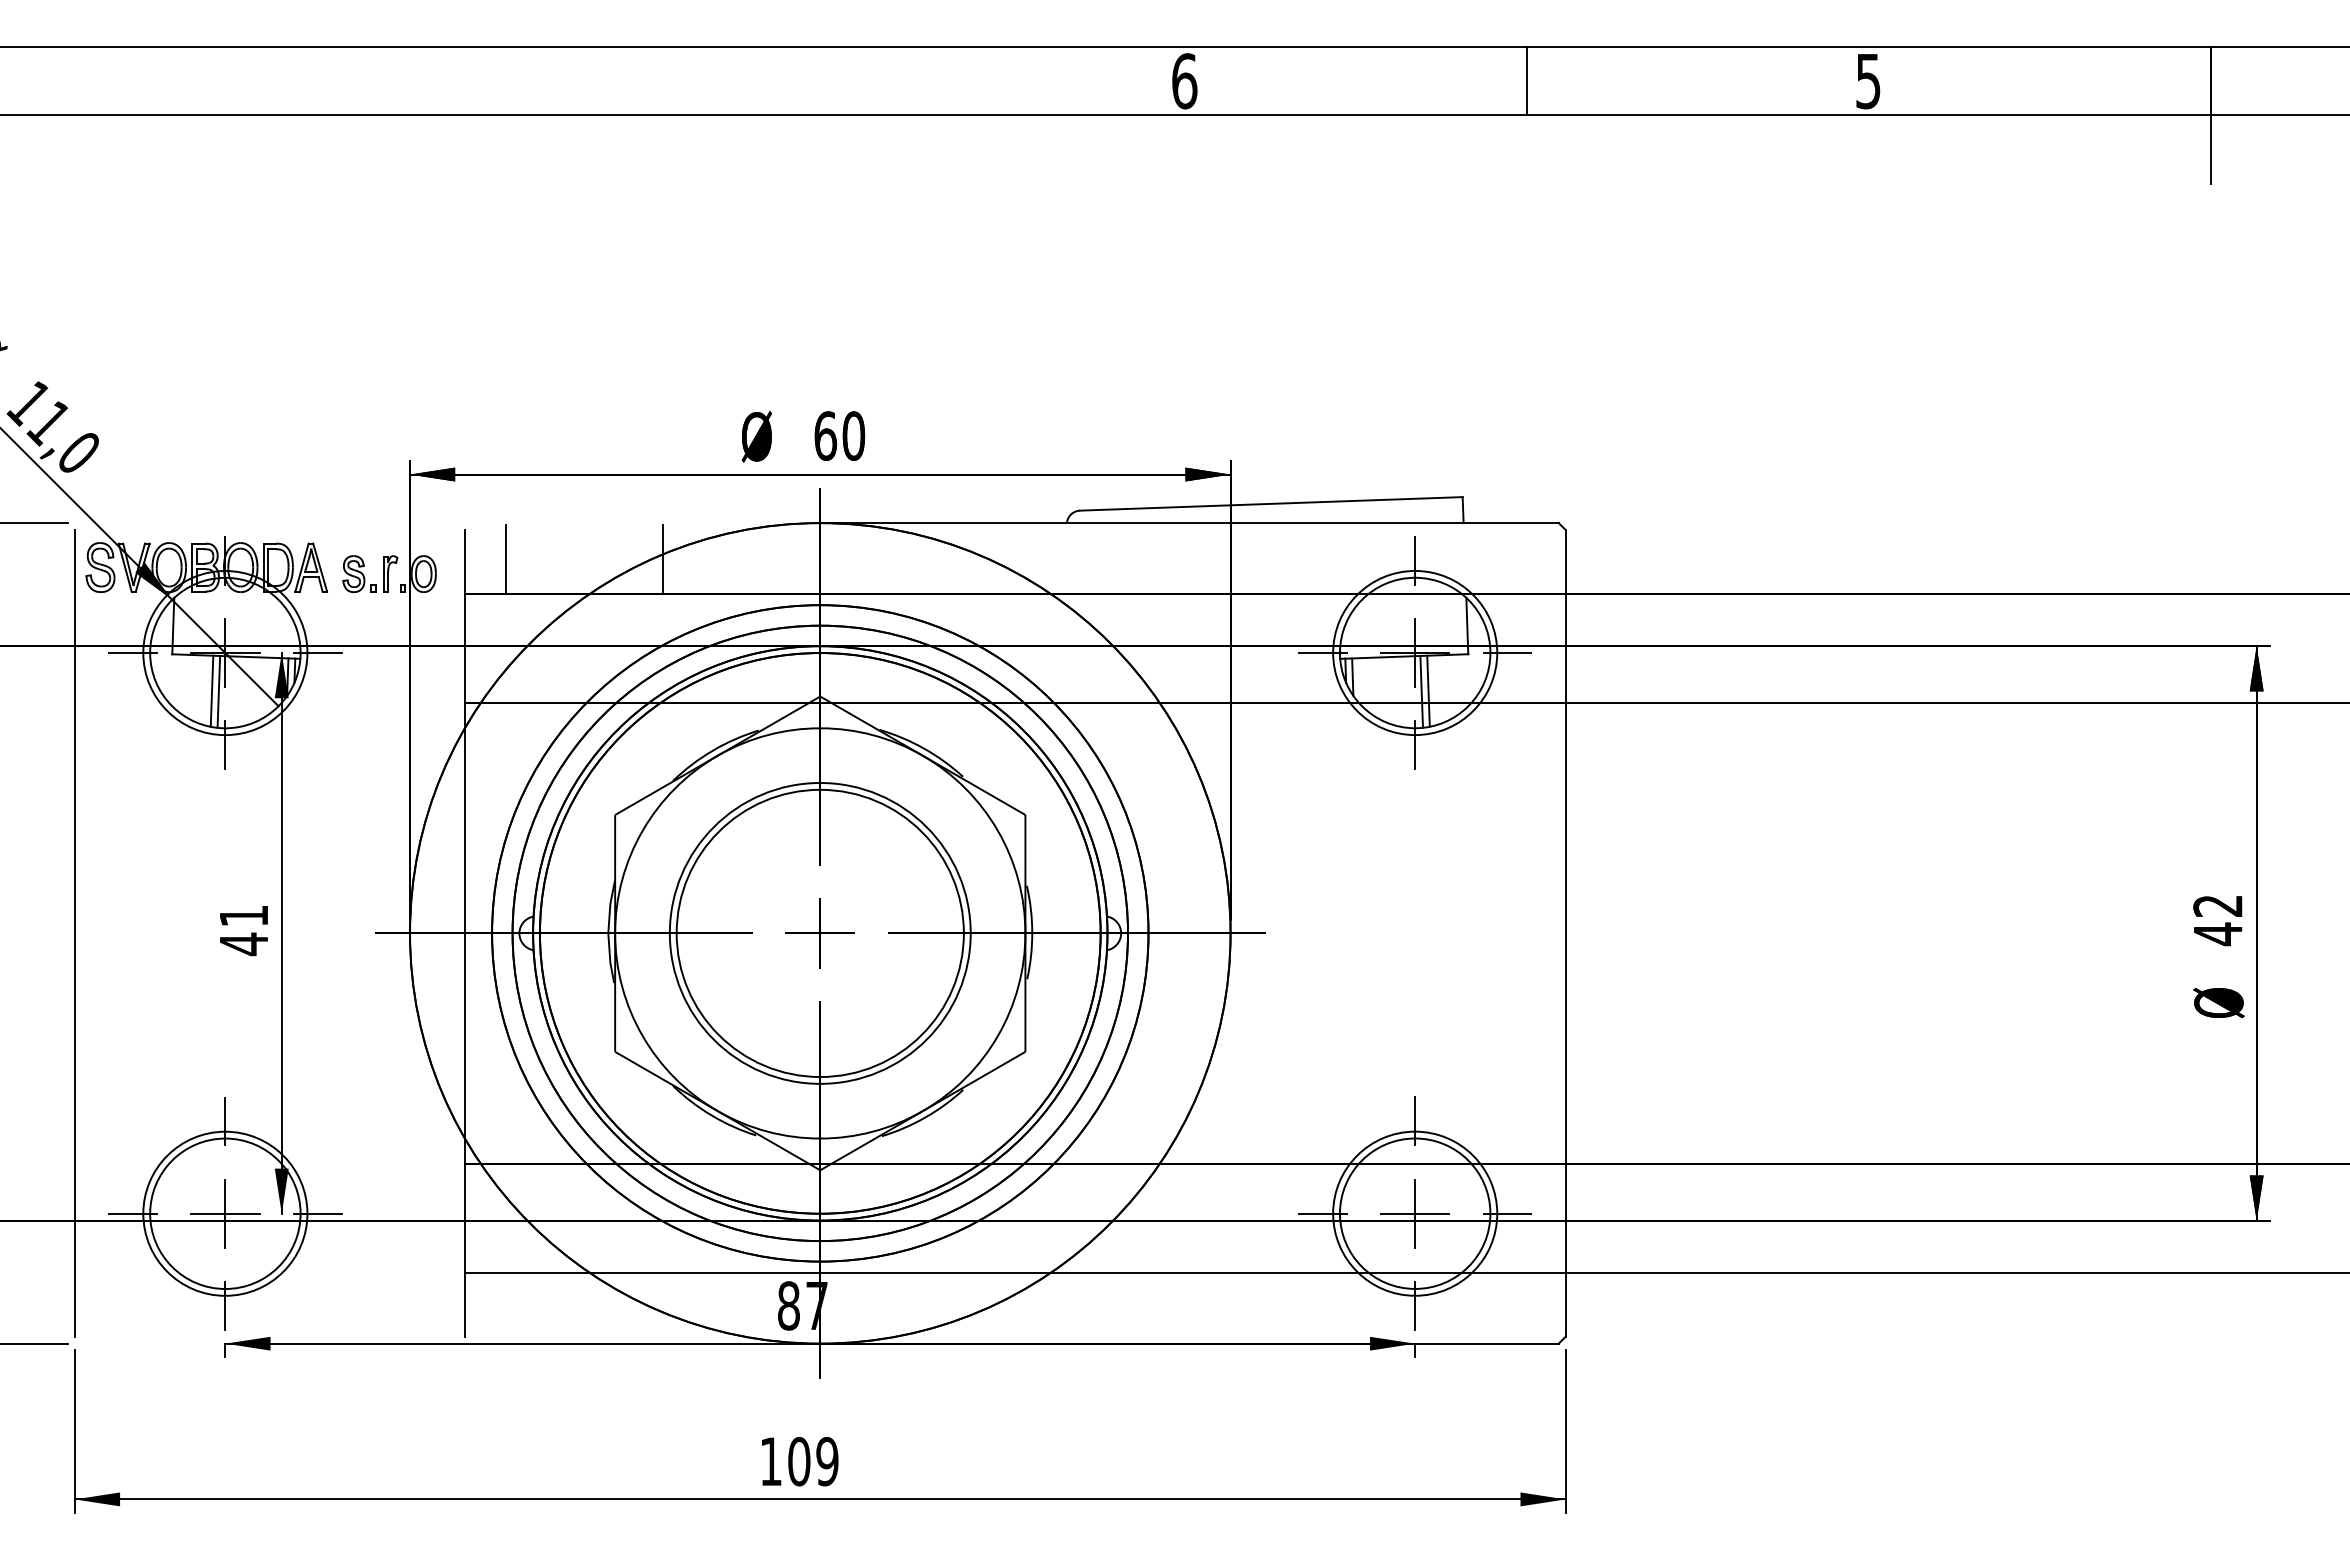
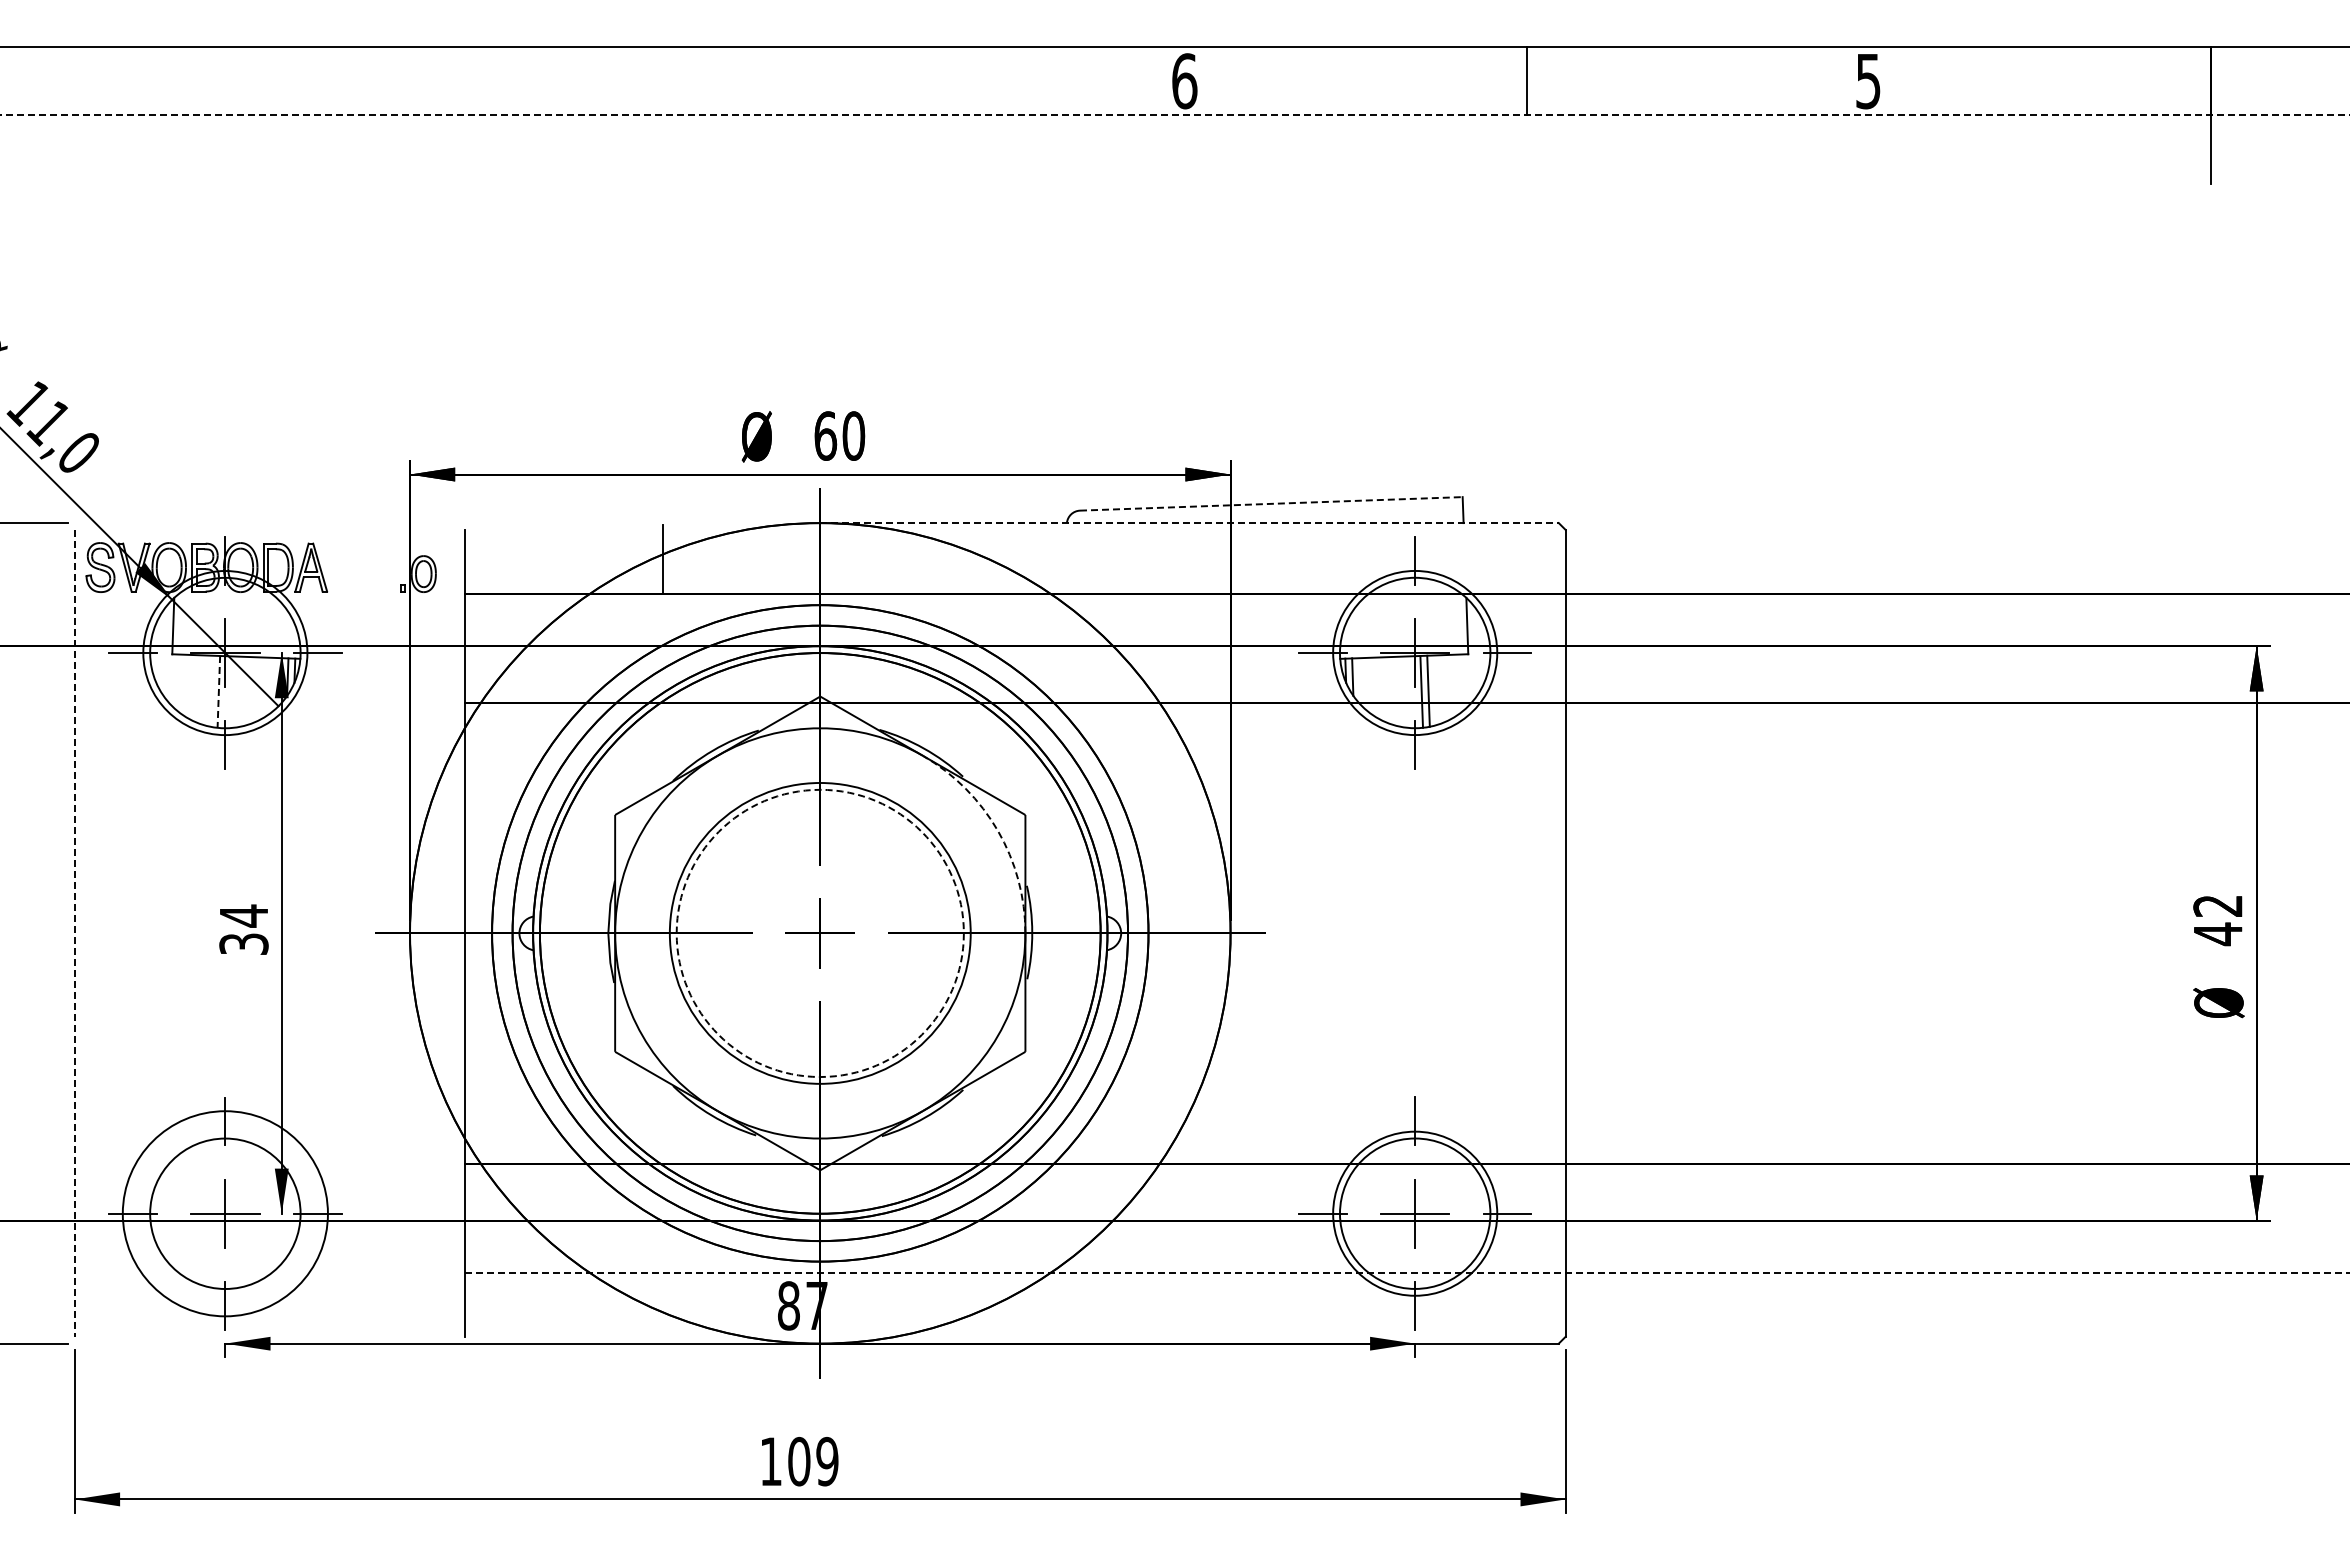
line at (1175, 115): solid -> dashed
line at (1271, 503): solid -> dashed
line at (1190, 523): solid -> dashed
line at (506, 558): present -> none
part at (364, 575): present -> none
line at (211, 690): present -> none
line at (218, 691): solid -> dashed
arc at (997, 830): solid -> dashed
text at (243, 930): 41 -> 34
line at (74, 933): solid -> dashed
circle at (819, 933): solid -> dashed
circle at (225, 1213) diameter: 164 px -> 205 px
line at (1407, 1273): solid -> dashed
